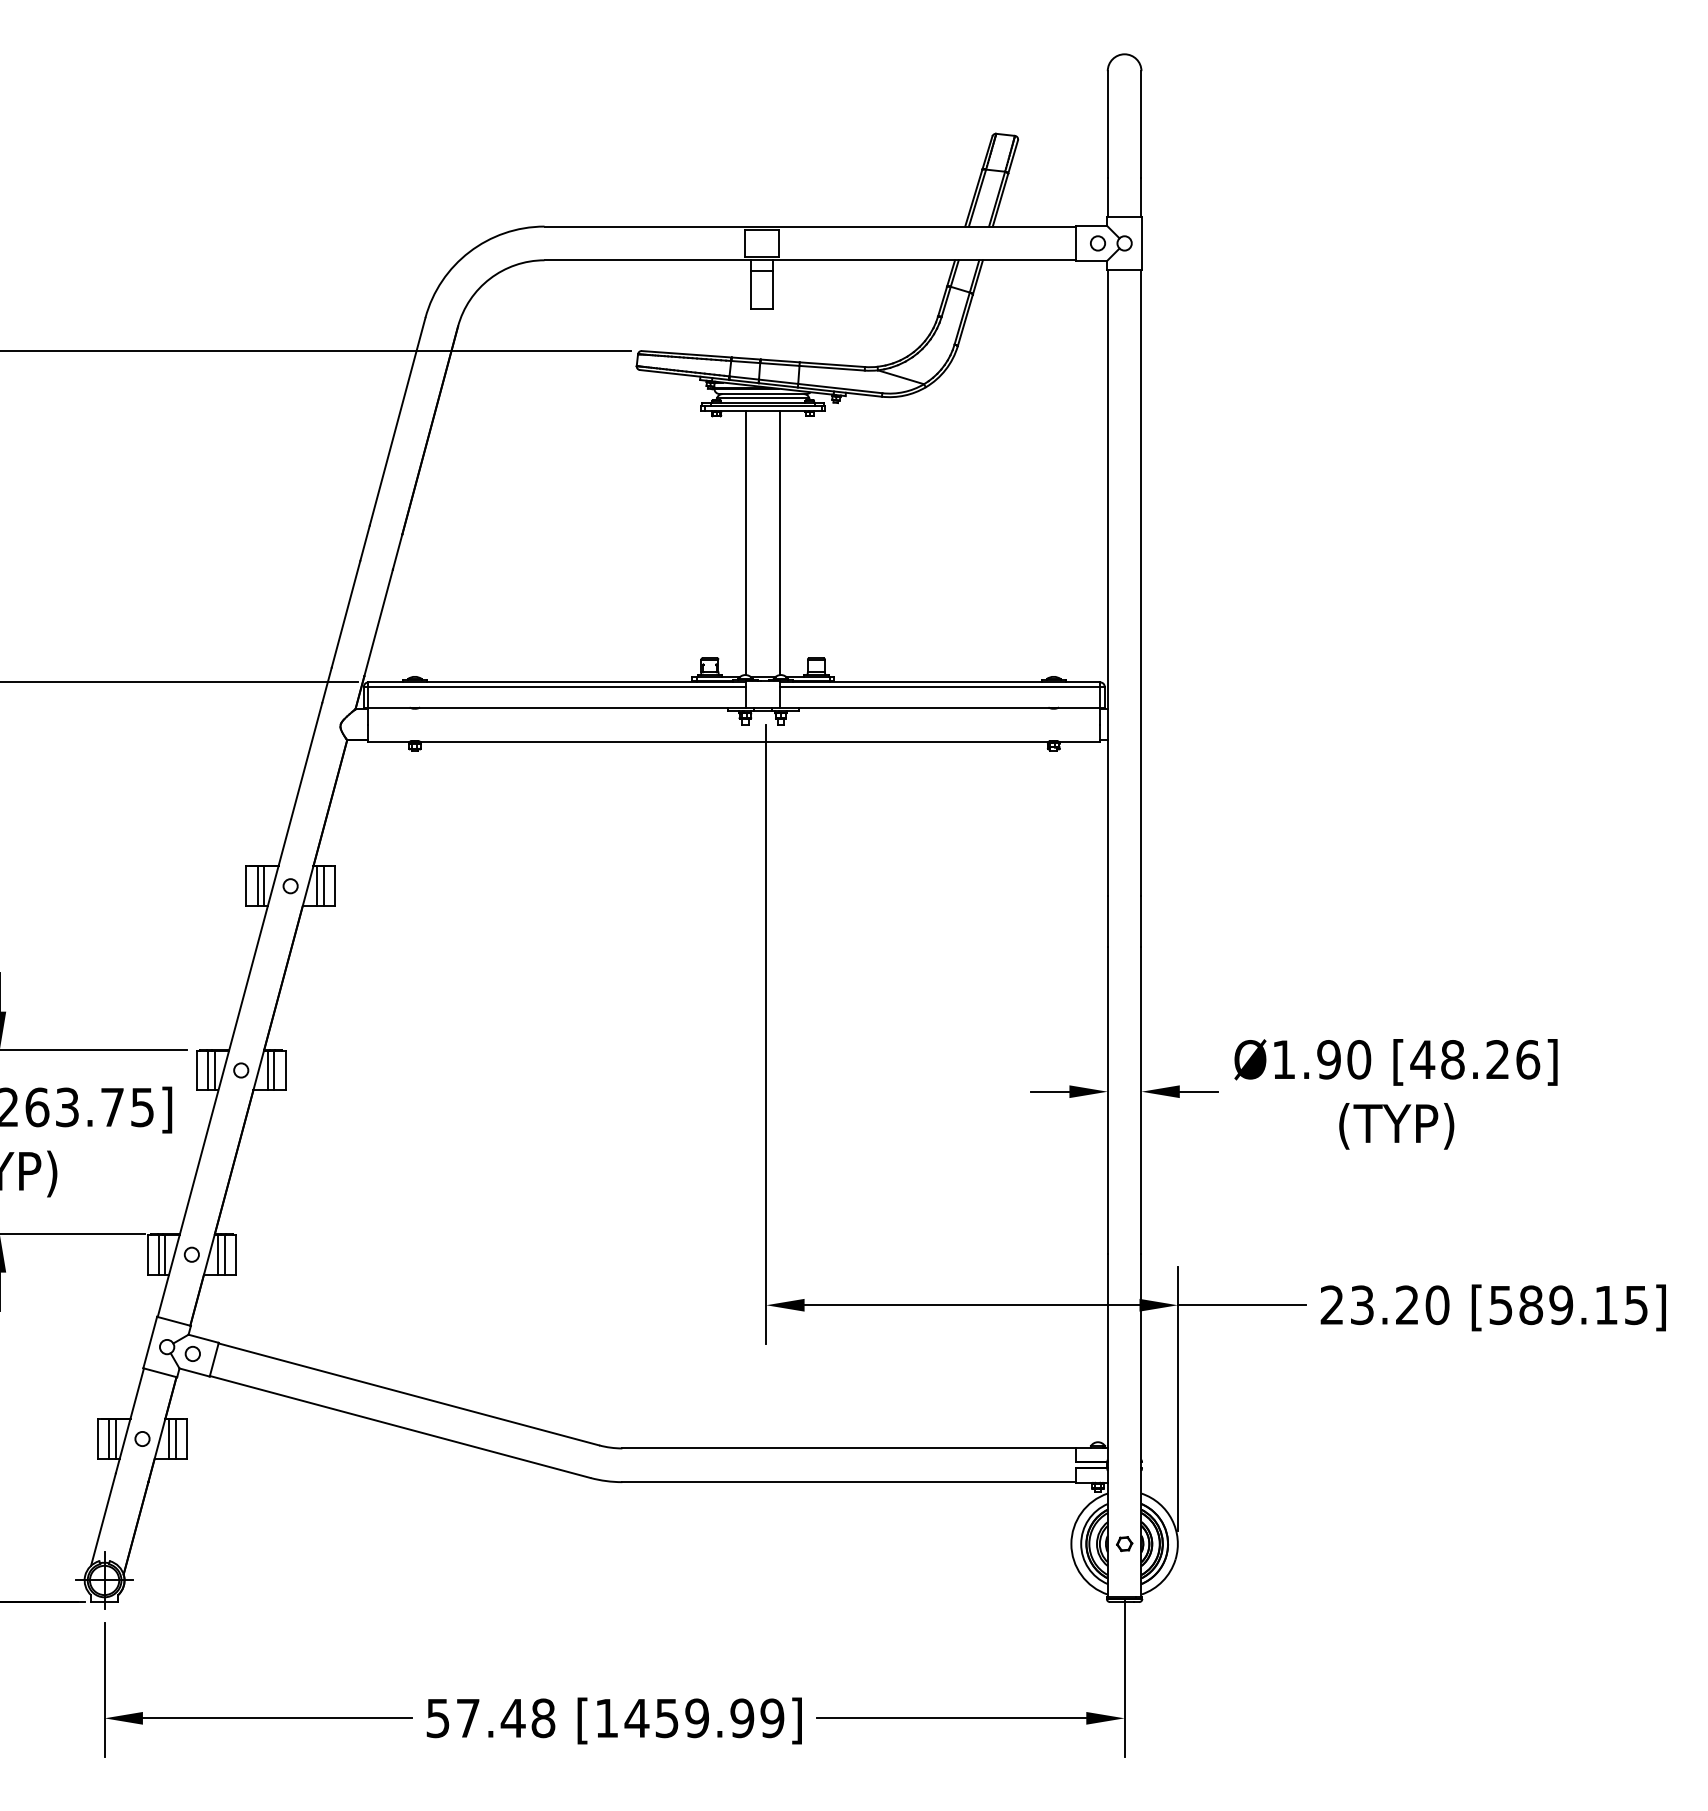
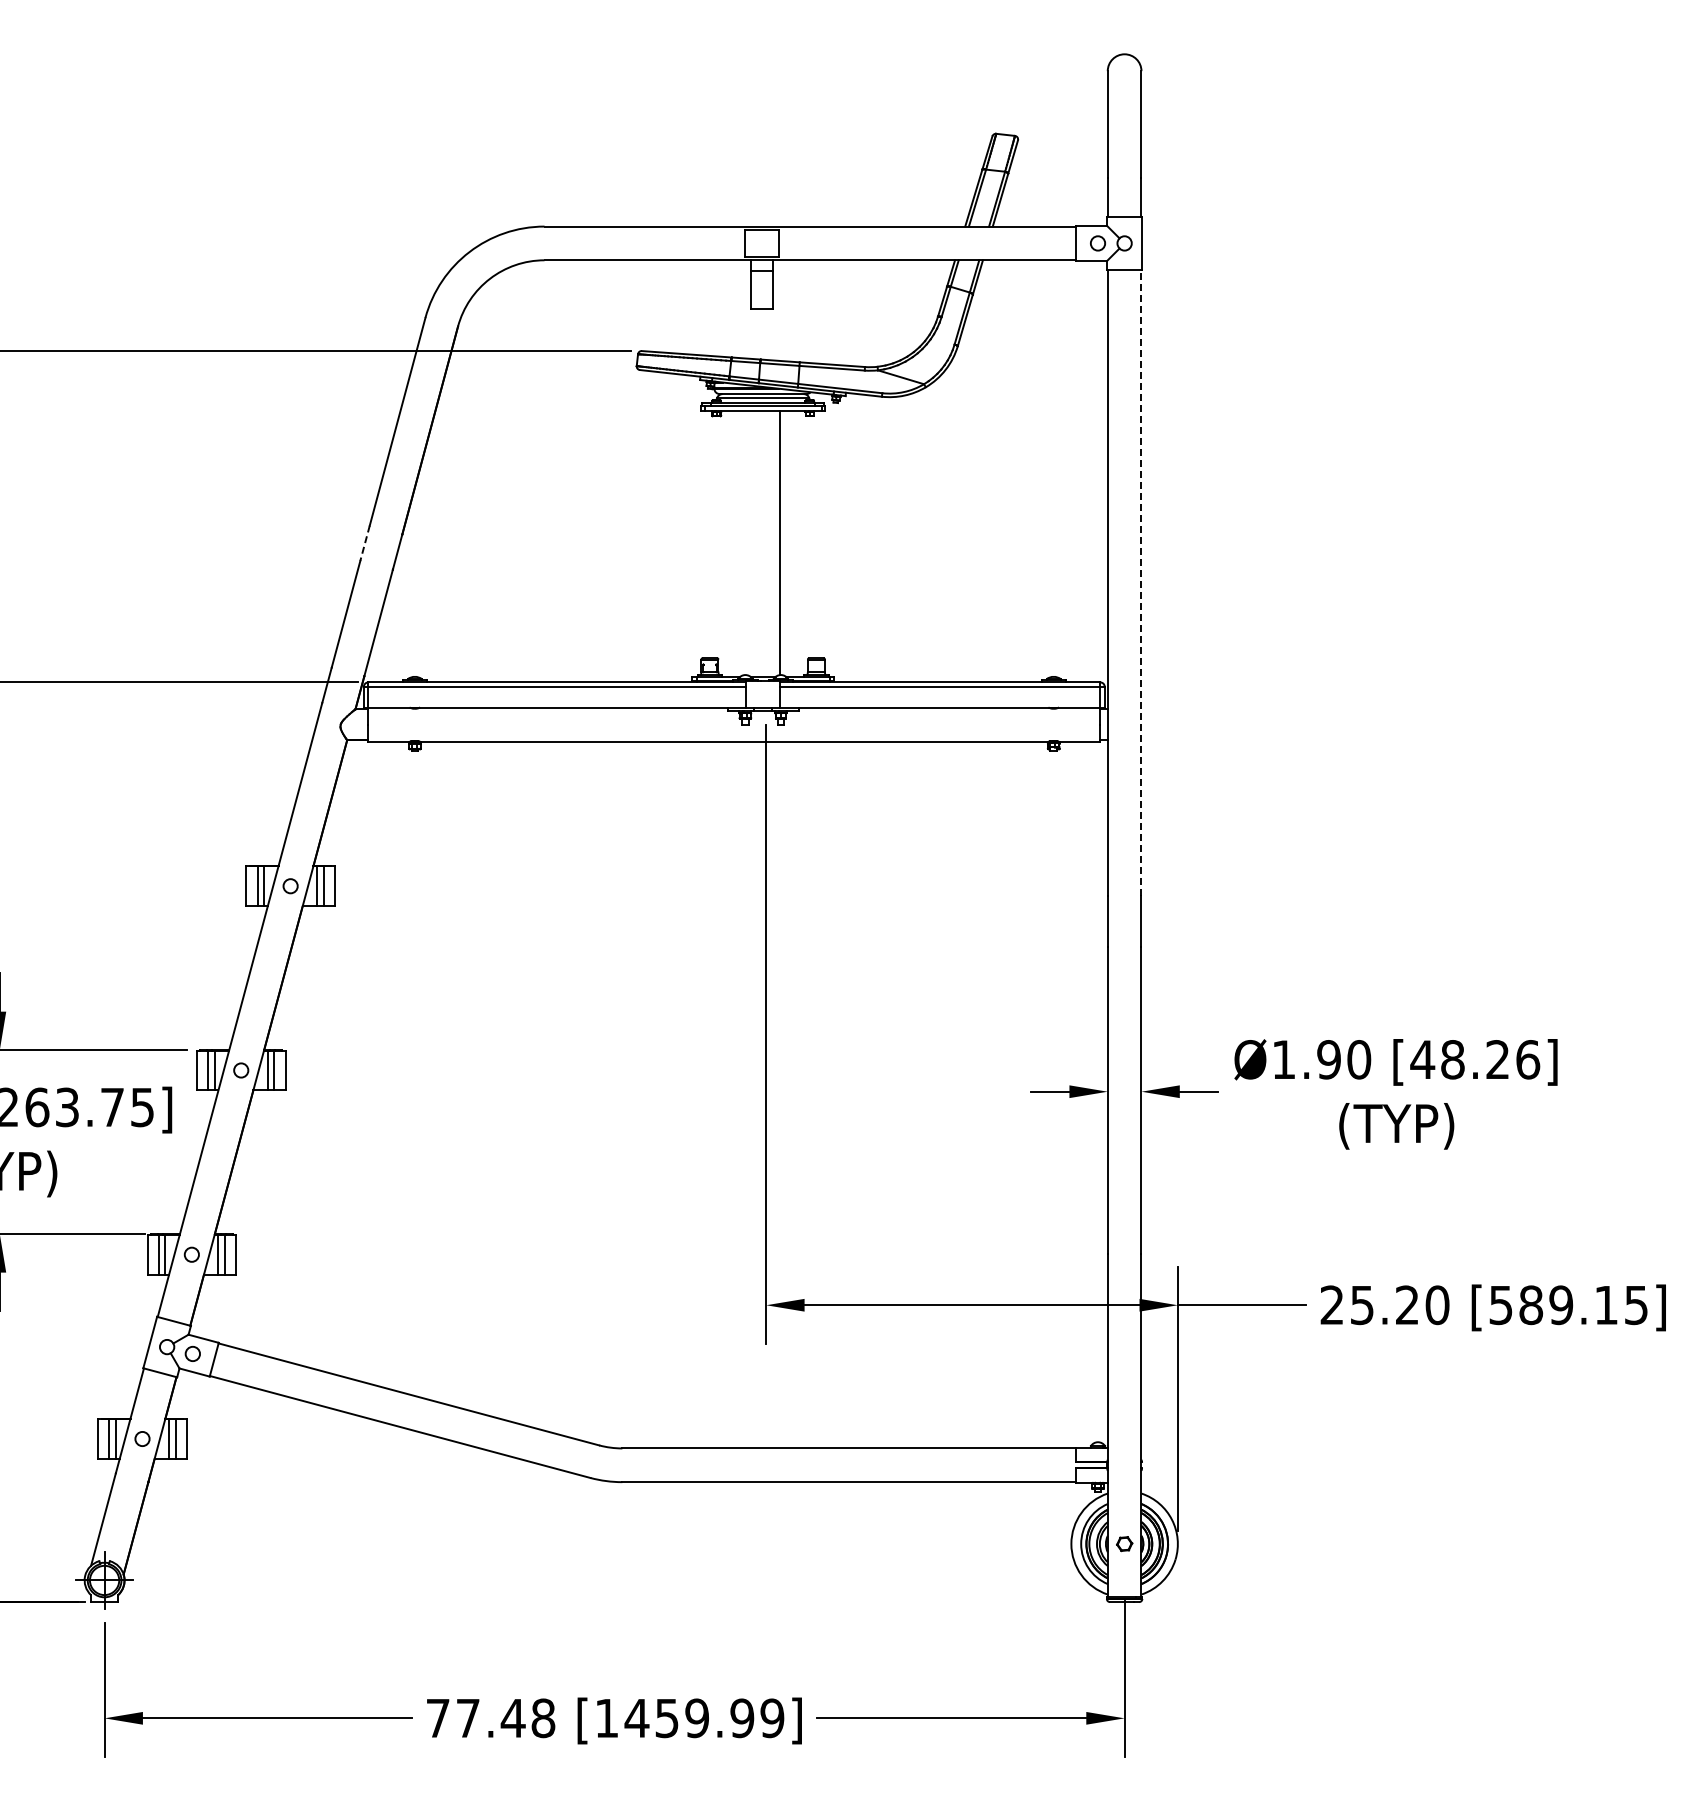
line at (746, 542): present -> none
line at (364, 543): solid -> dashed
line at (1141, 582): solid -> dashed
text at (1362, 1304): 23.20 -> 25.20
text at (437, 1718): 57.48 -> 77.48
